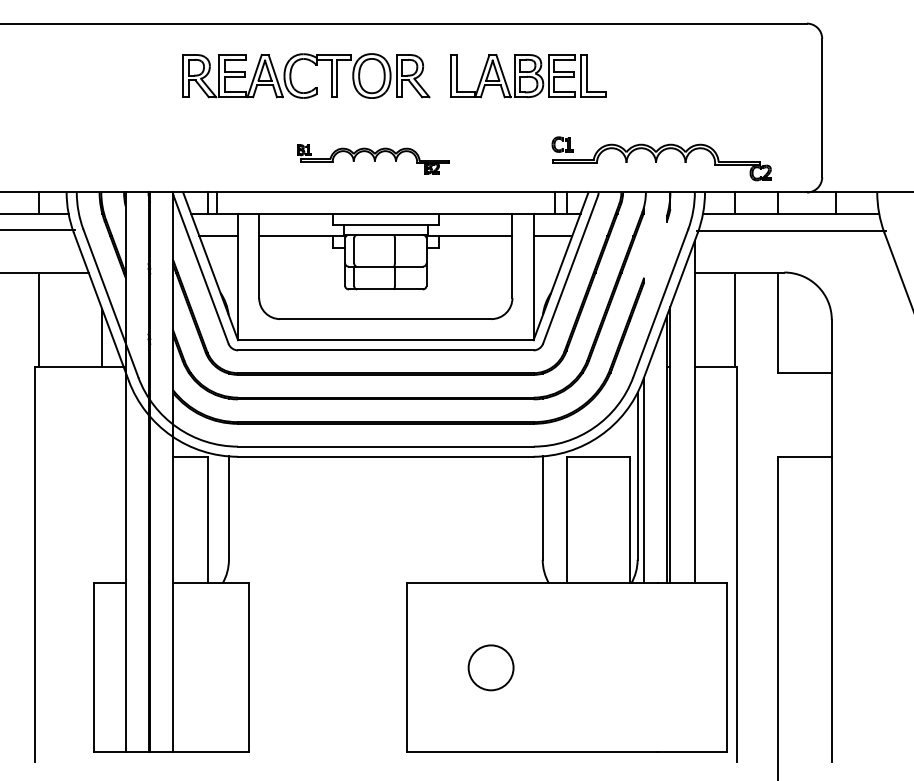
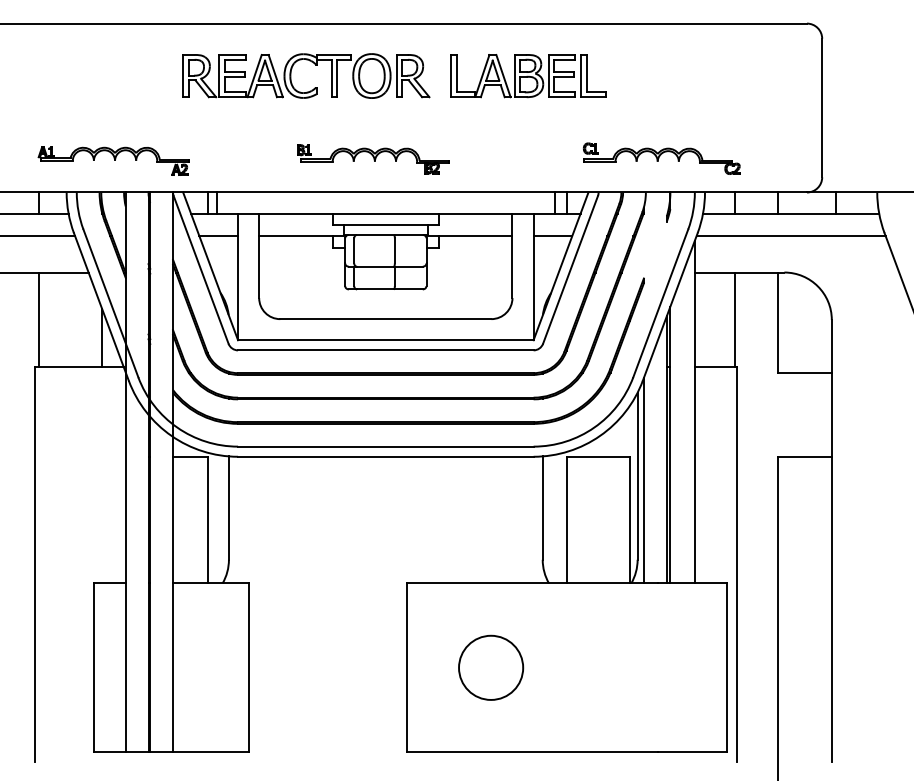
part at (661, 158) size: 221x46 px -> 158x33 px
part at (113, 160): none -> present
line at (38, 230) position: (38, 230) -> (38, 236)
line at (790, 231) position: (790, 231) -> (790, 236)
circle at (490, 667) diameter: 45 px -> 64 px
